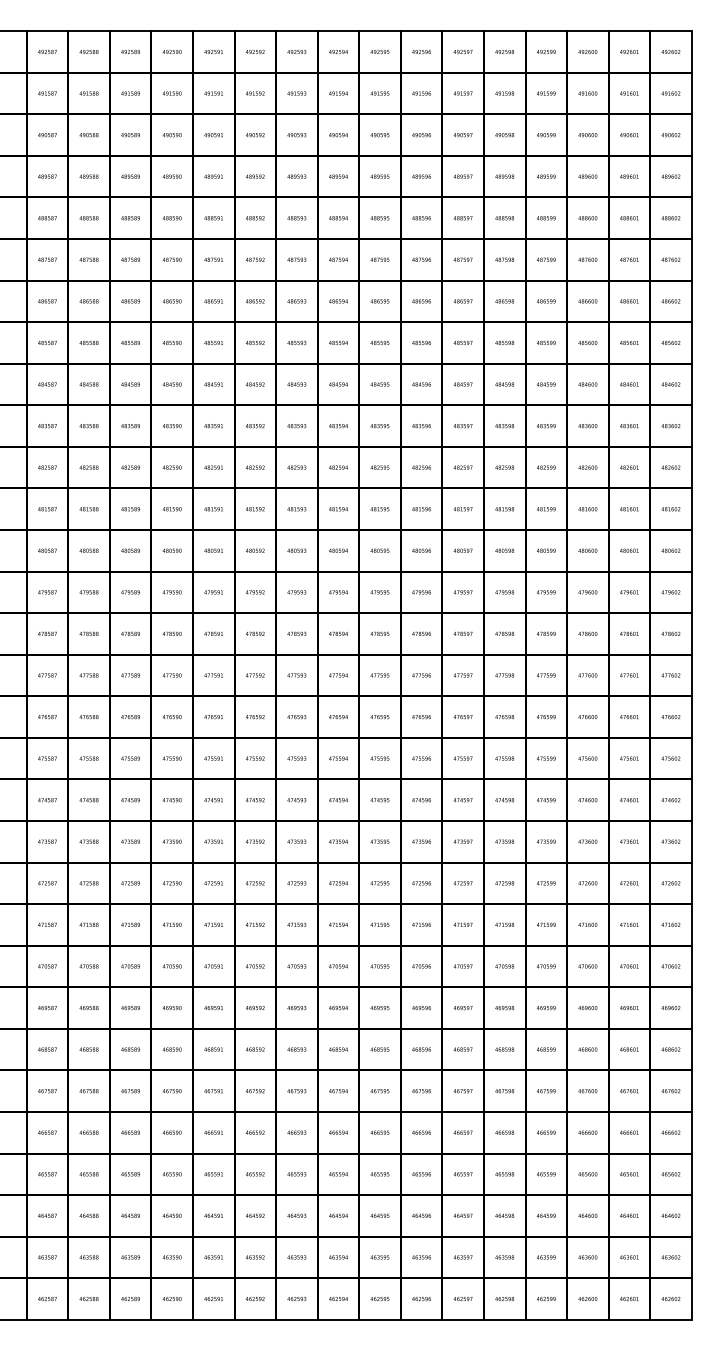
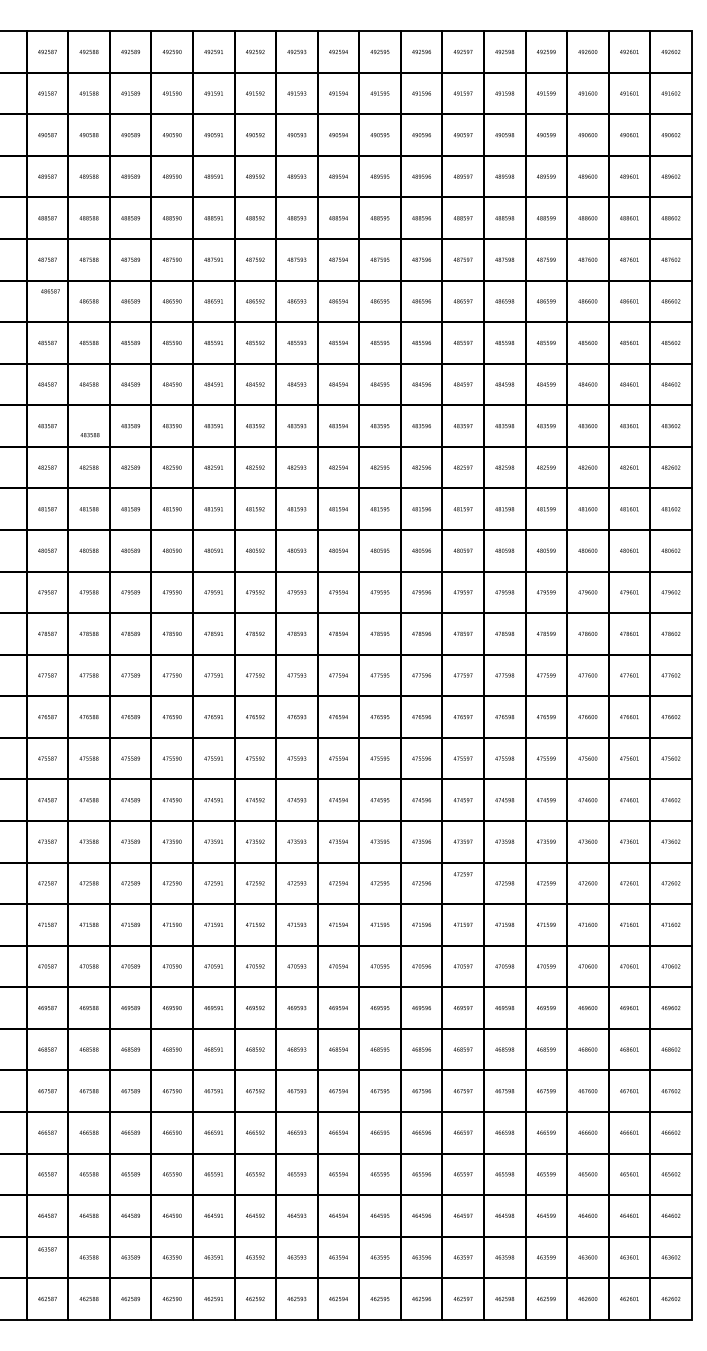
text at (47, 301) position: (47, 301) -> (50, 291)
text at (88, 426) position: (88, 426) -> (89, 435)
text at (462, 883) position: (462, 883) -> (462, 874)
text at (47, 1257) position: (47, 1257) -> (47, 1249)
